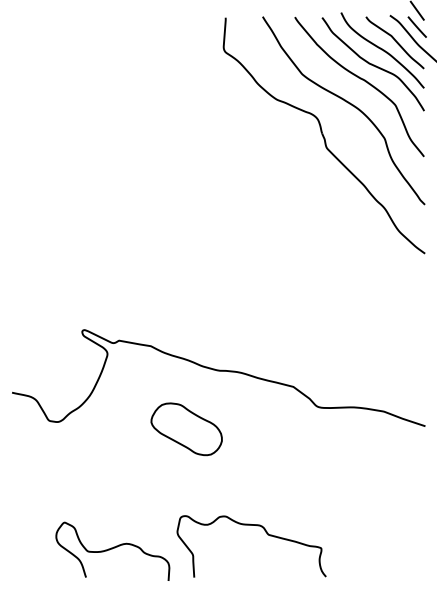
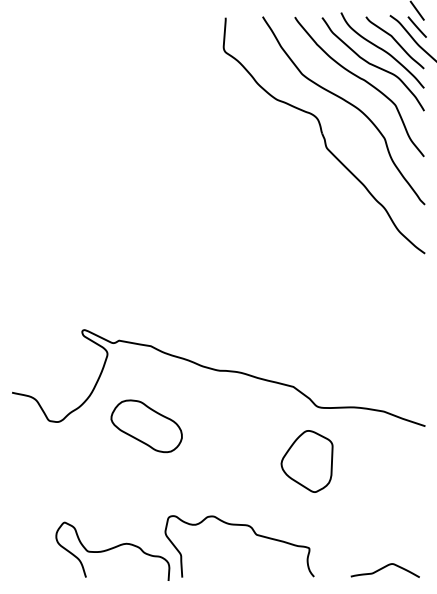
part at (186, 429) position: (186, 429) -> (146, 426)
part at (306, 461): none -> present
curve at (265, 532) position: (265, 532) -> (253, 532)
curve at (384, 568): none -> present
